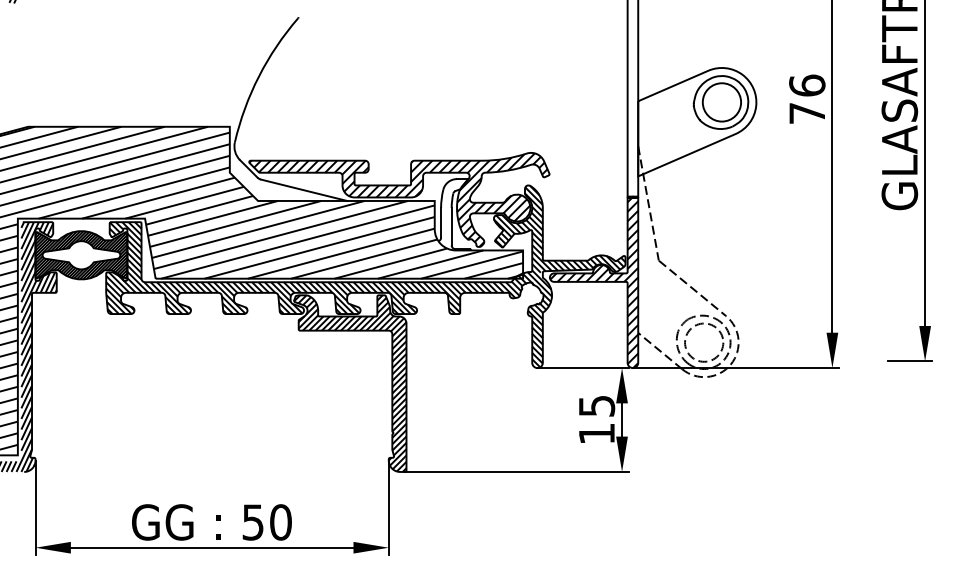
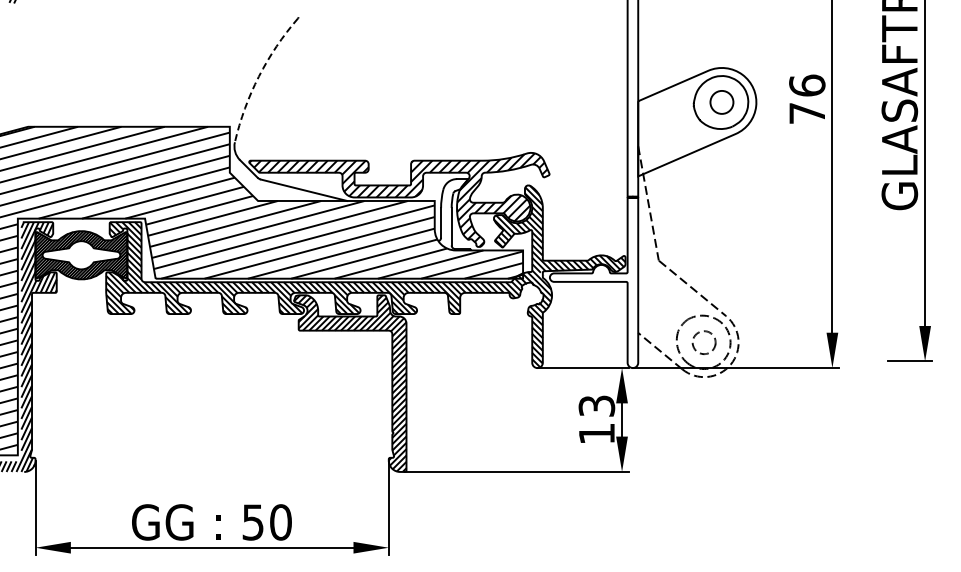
arc at (258, 76): solid -> dashed
circle at (721, 102) diameter: 38 px -> 23 px
hatch at (594, 283): present -> none
circle at (704, 342) diameter: 38 px -> 23 px
text at (596, 405): 15 -> 13
